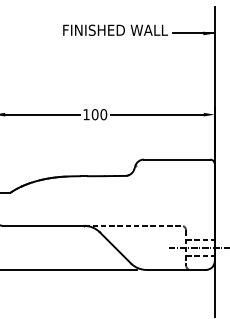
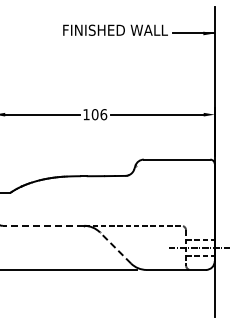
text at (103, 114): 100 -> 106
line at (43, 225): solid -> dashed
line at (115, 247): solid -> dashed
